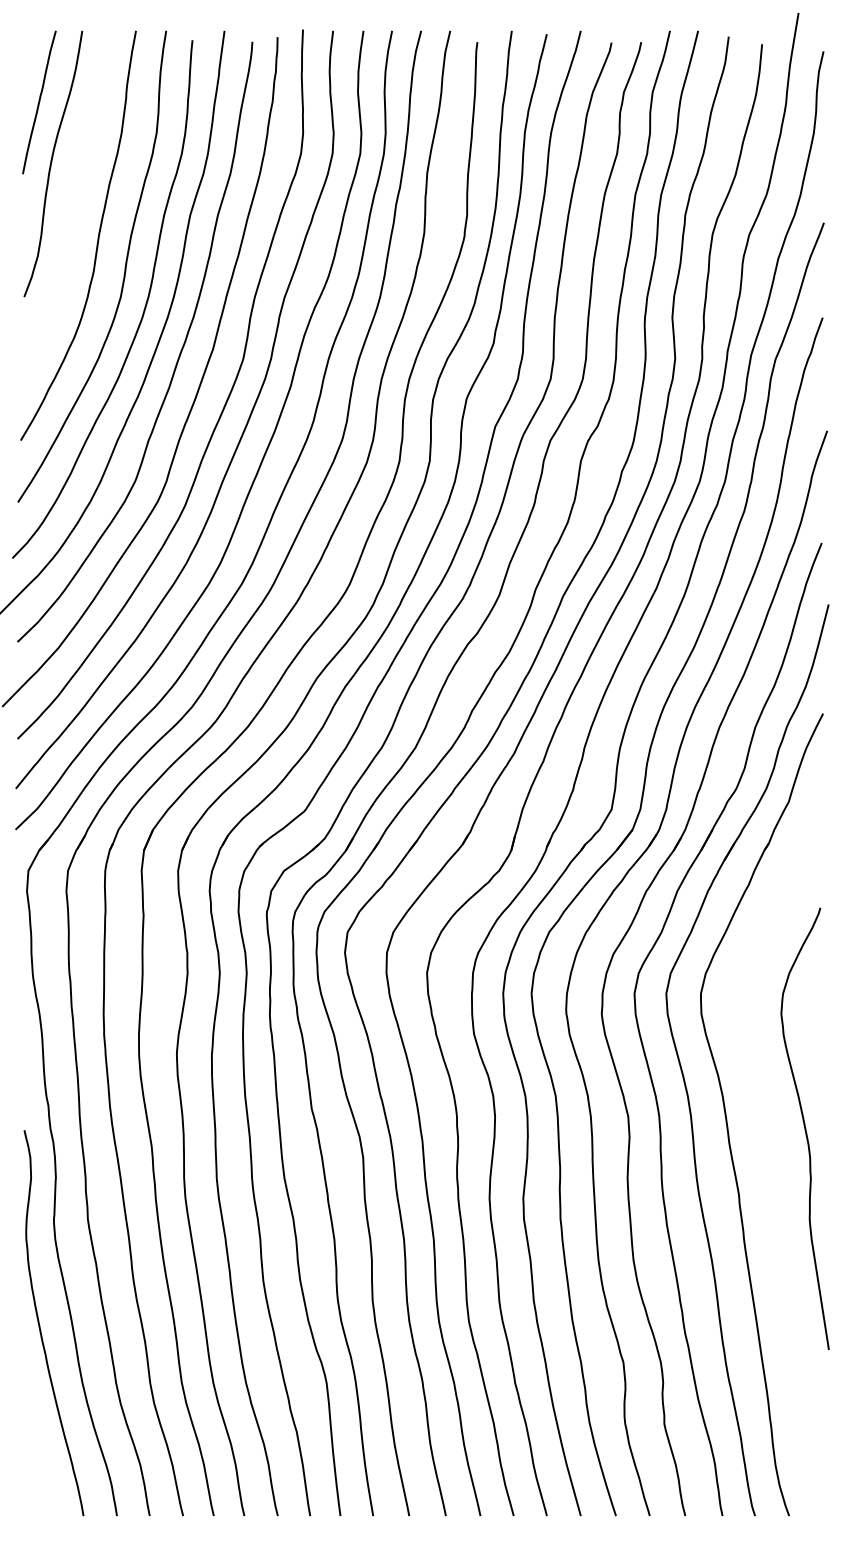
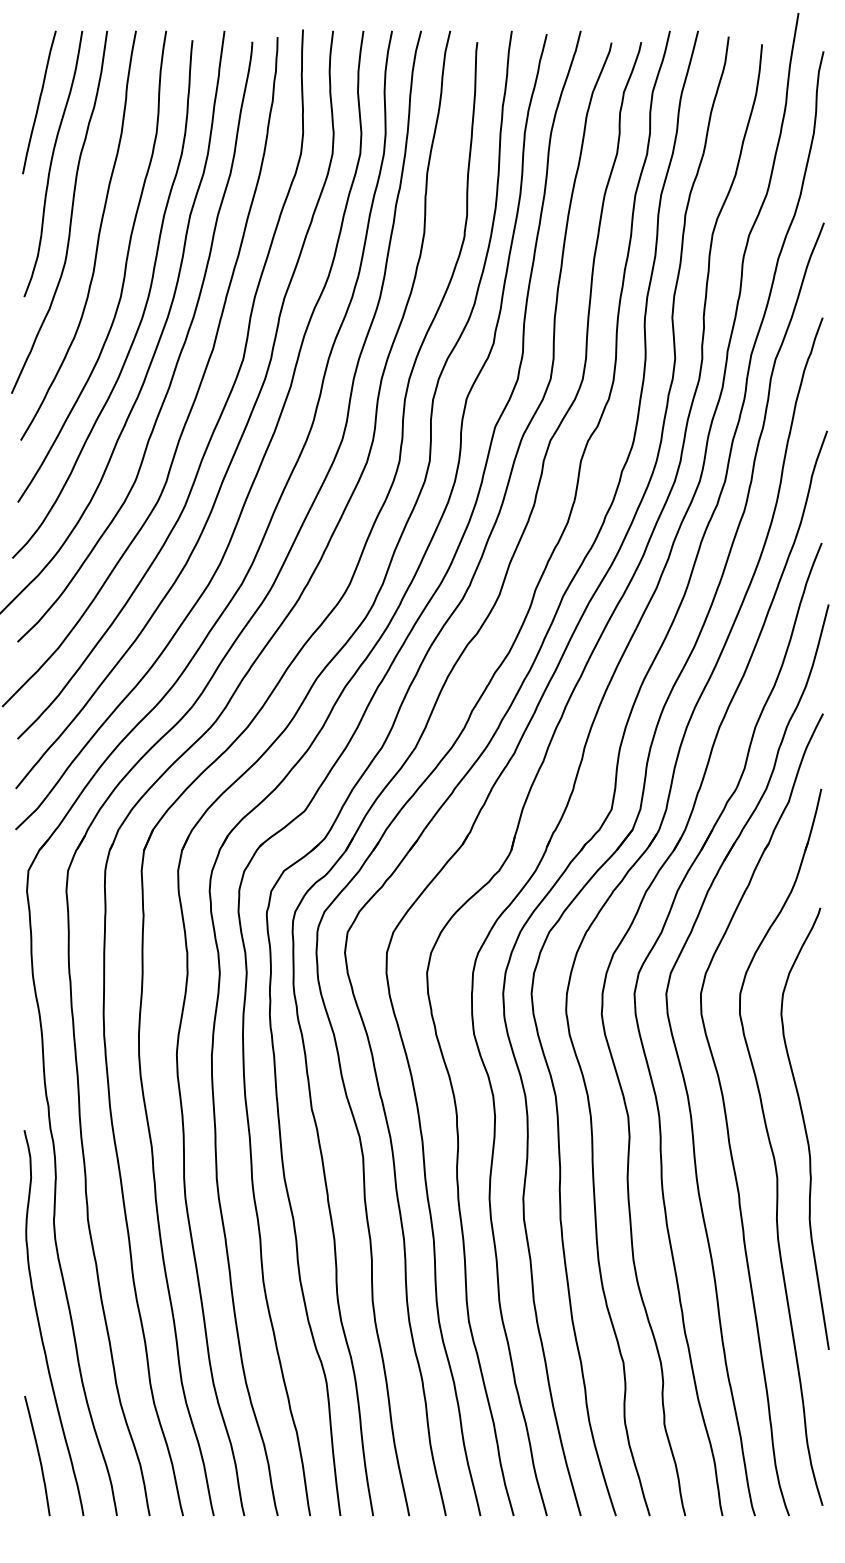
curve at (70, 214): none -> present
part at (772, 1147): none -> present
curve at (38, 1456): none -> present
